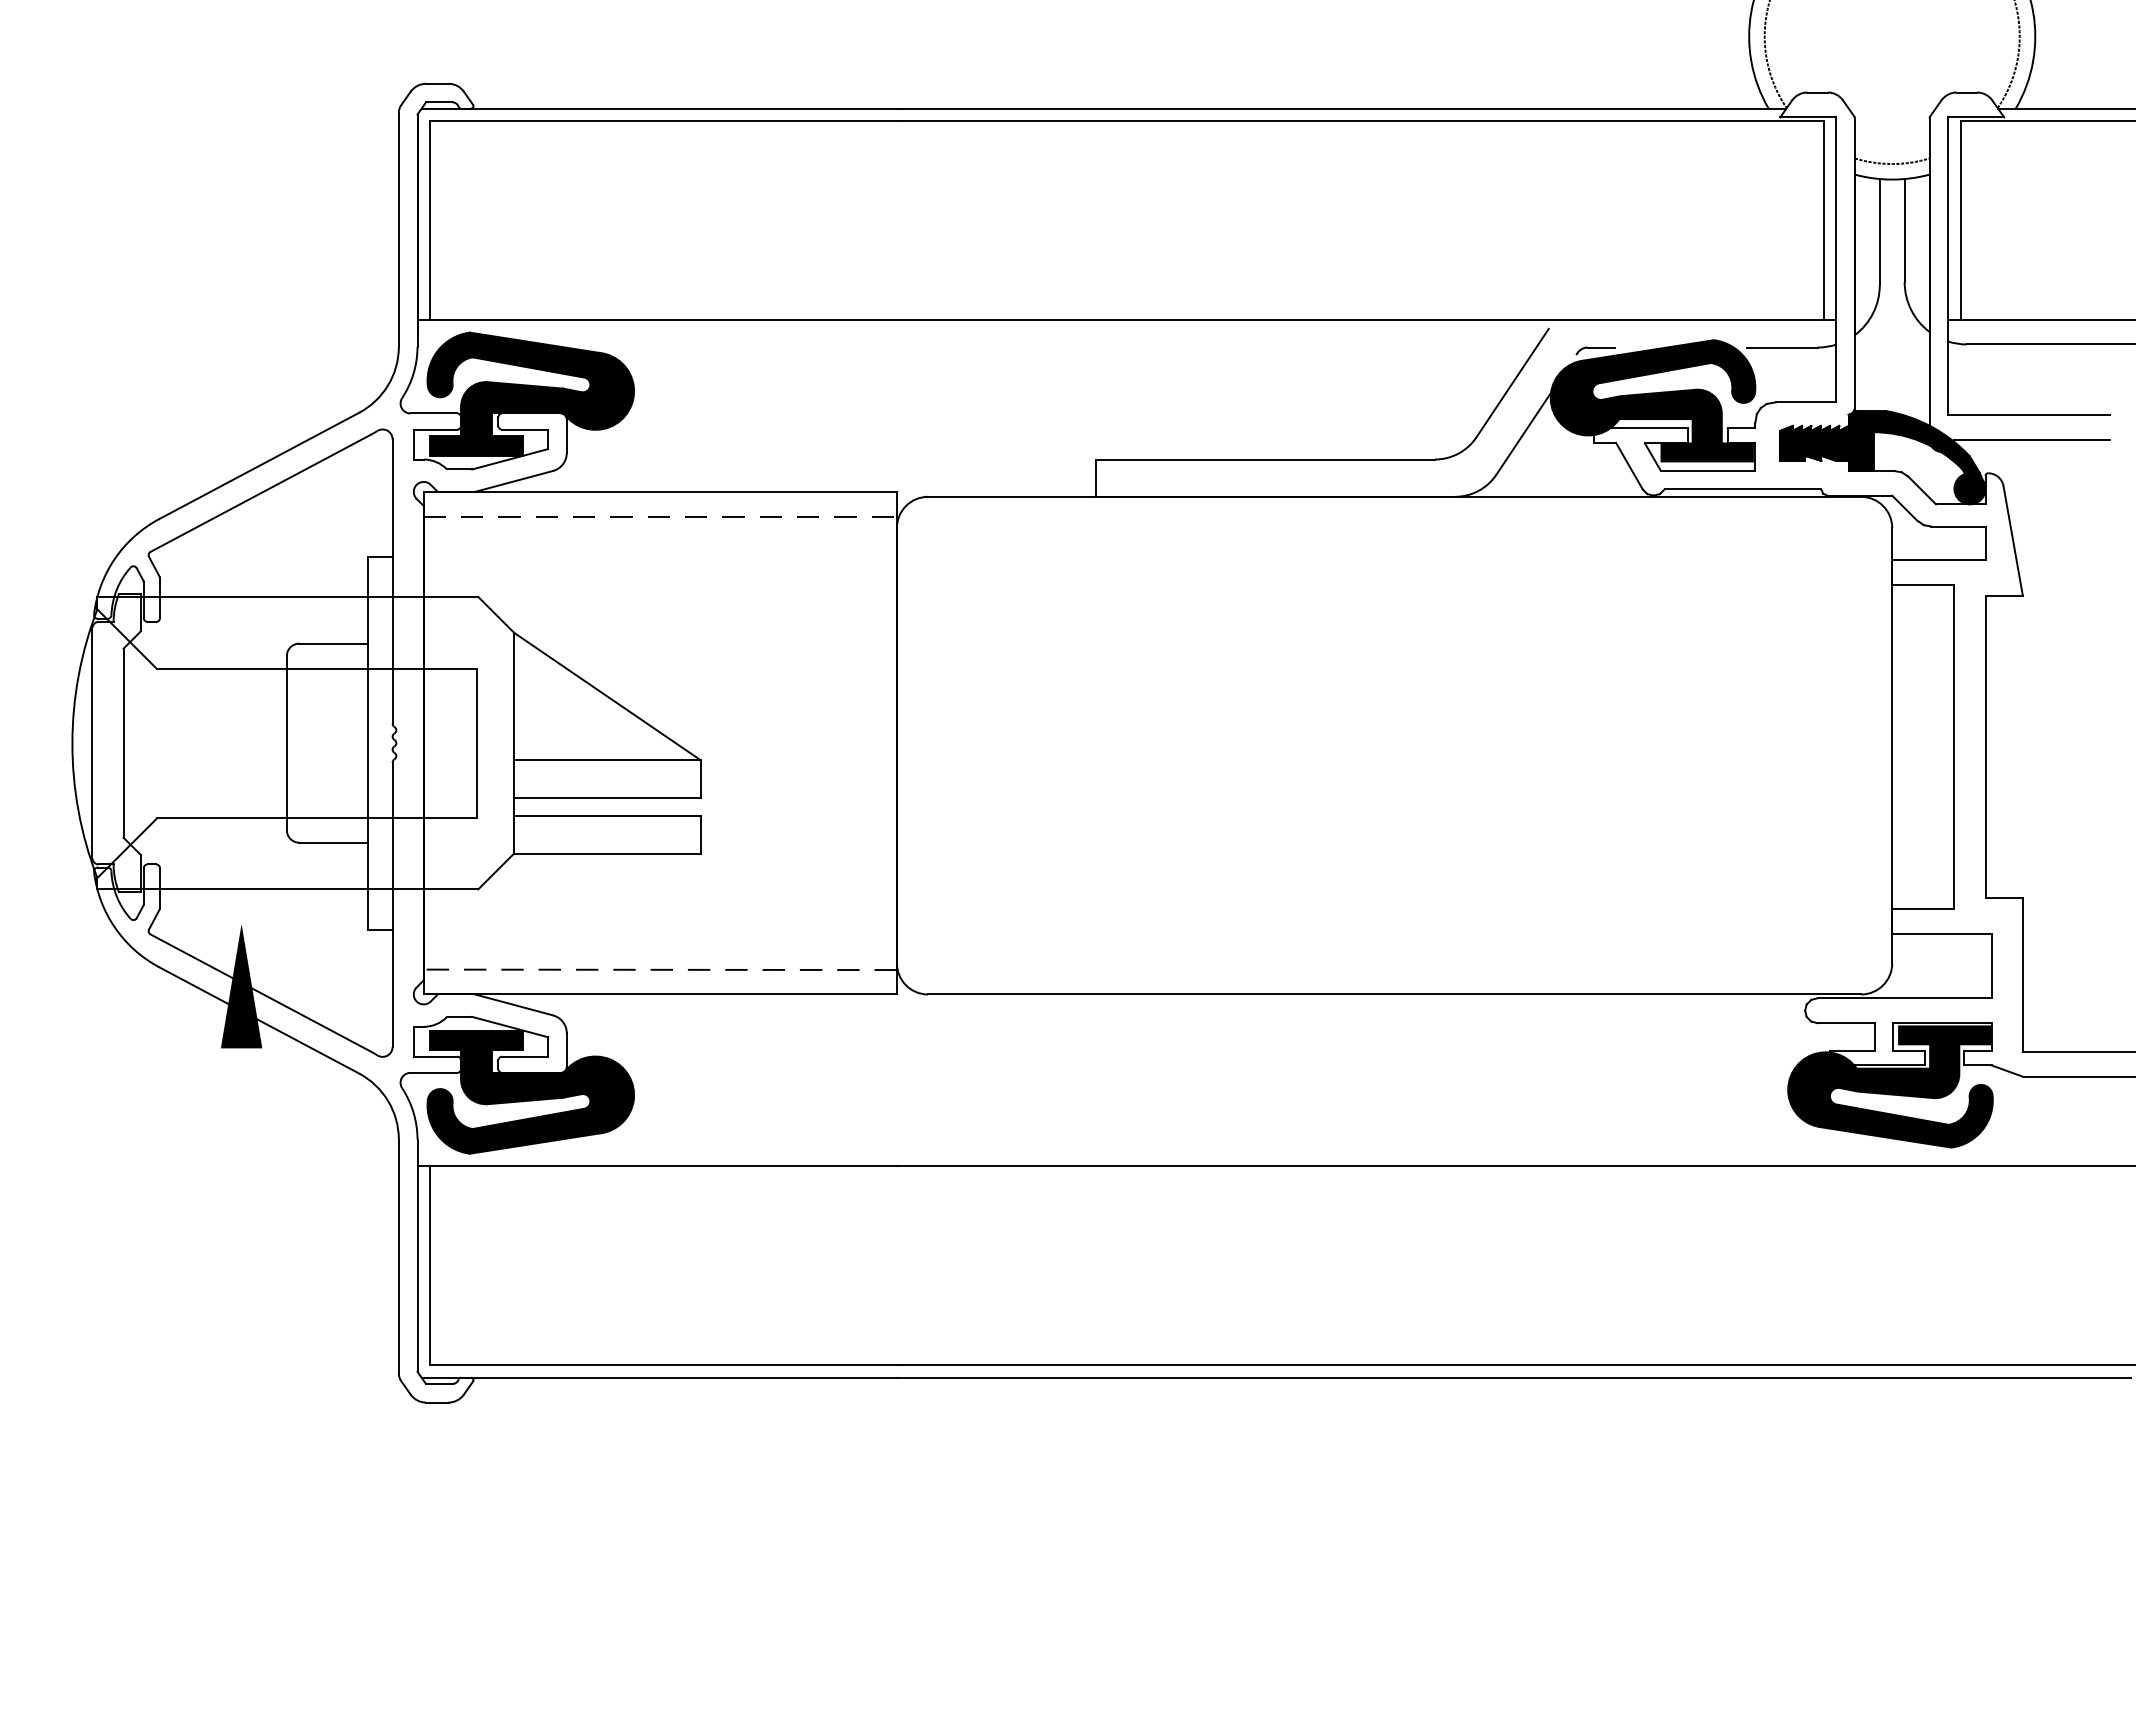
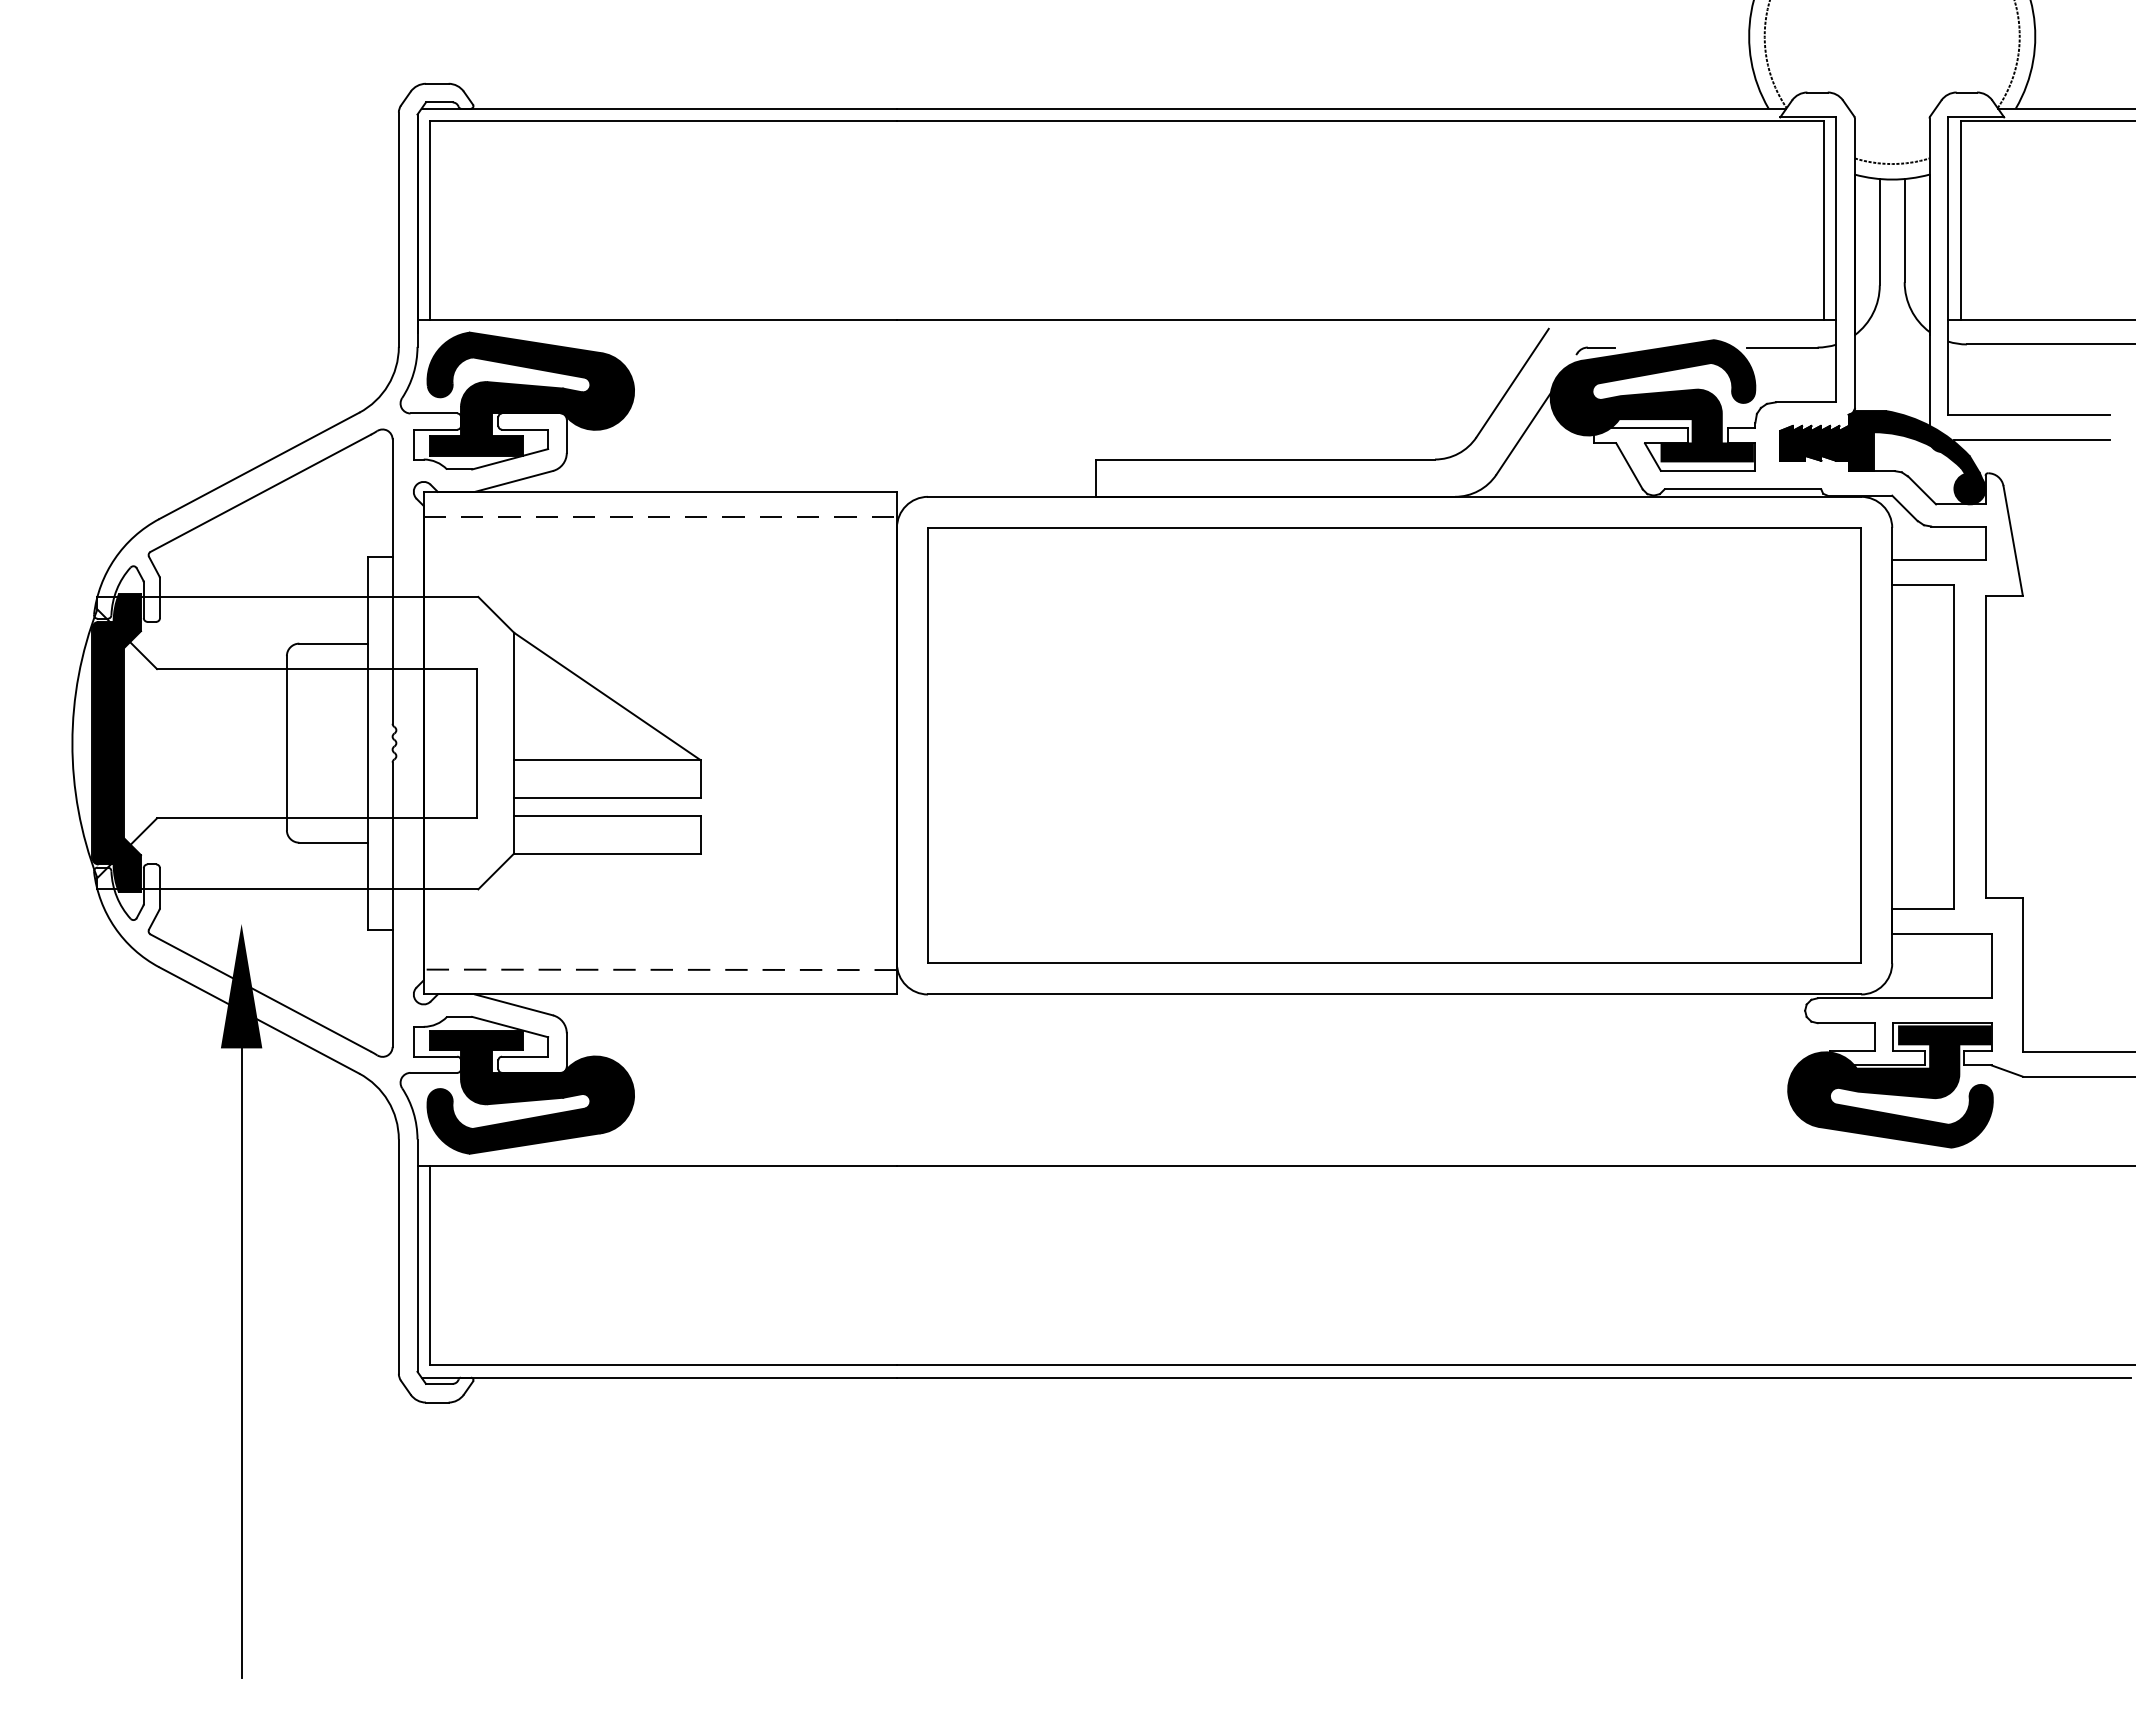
fill at (116, 742): none -> present
part at (1394, 745): none -> present
line at (241, 1363): none -> present
